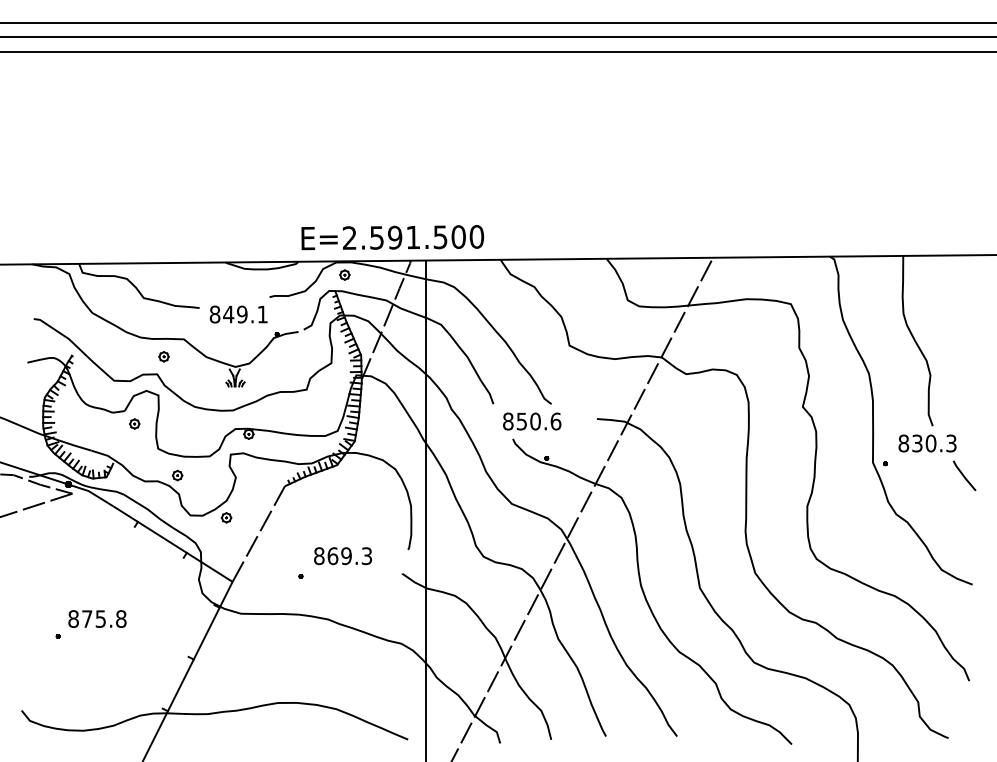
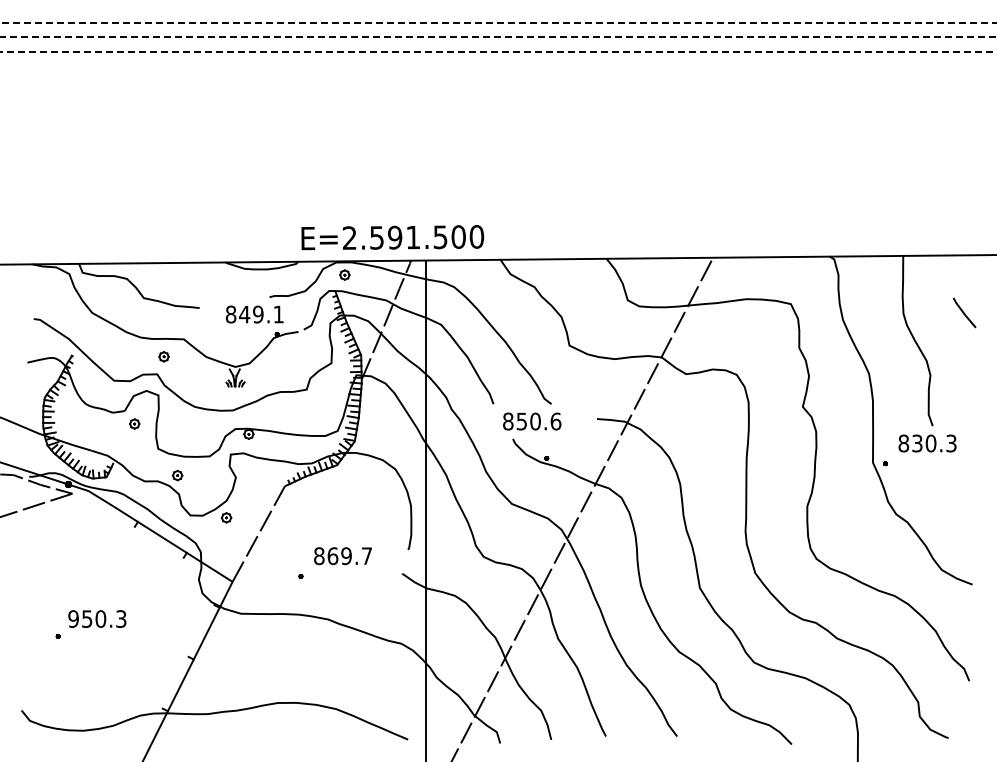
line at (497, 22): solid -> dashed
line at (498, 37): solid -> dashed
line at (498, 51): solid -> dashed
text at (238, 314) position: (238, 314) -> (254, 314)
line at (964, 475) position: (964, 475) -> (964, 312)
text at (366, 556): 869.3 -> 869.7
text at (97, 618): 875.8 -> 950.3
